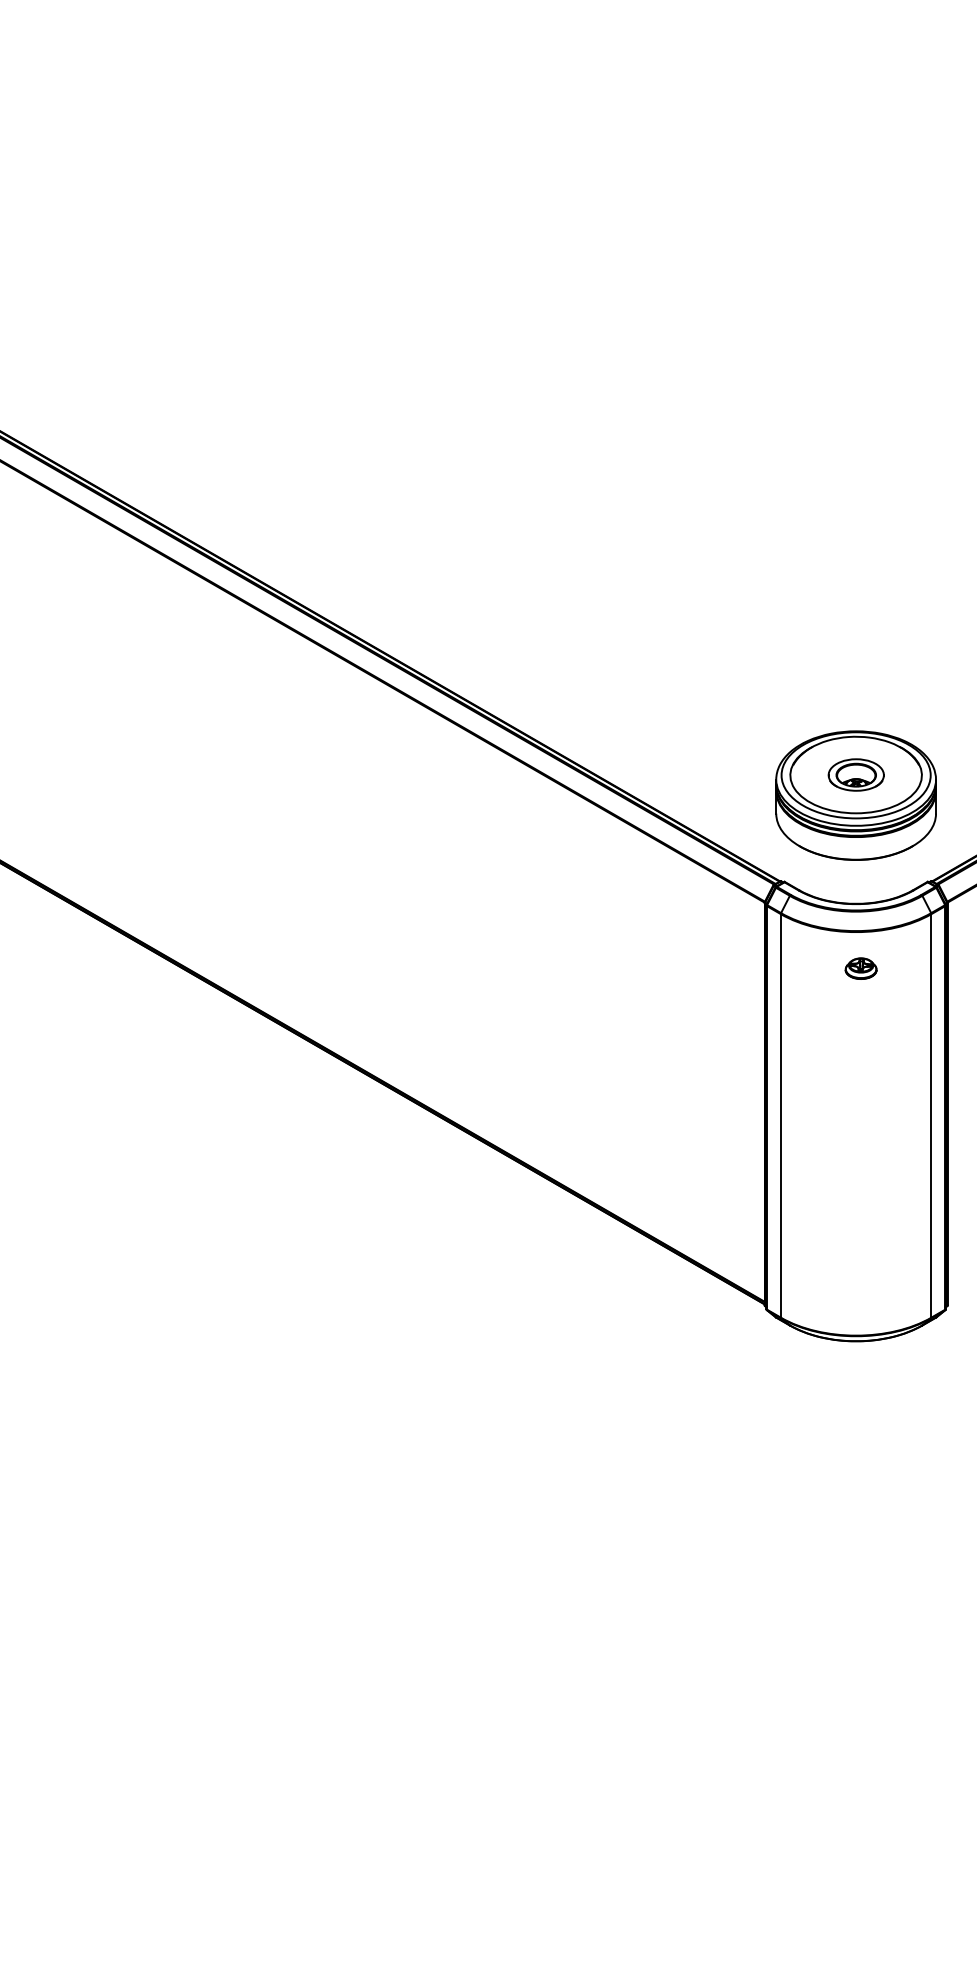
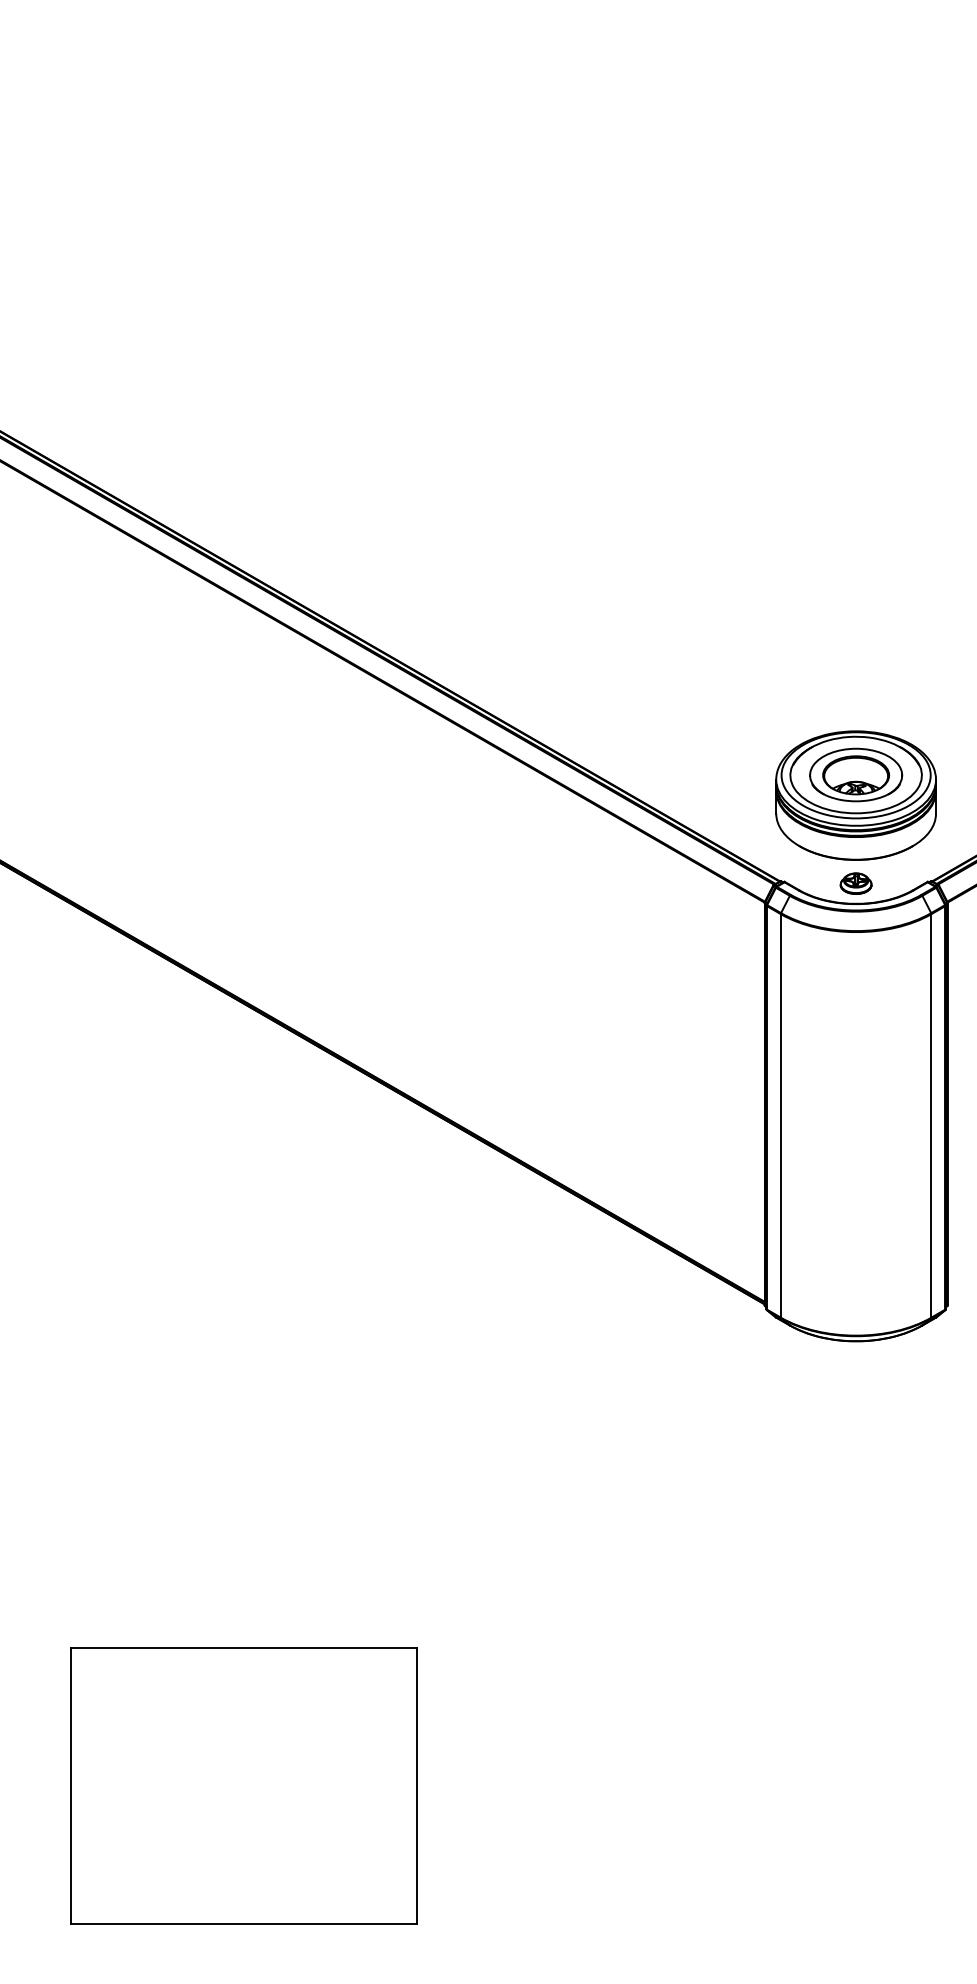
part at (855, 774) size: 58x34 px -> 95x56 px
part at (860, 968) position: (860, 968) -> (855, 883)
part at (243, 1785): none -> present
